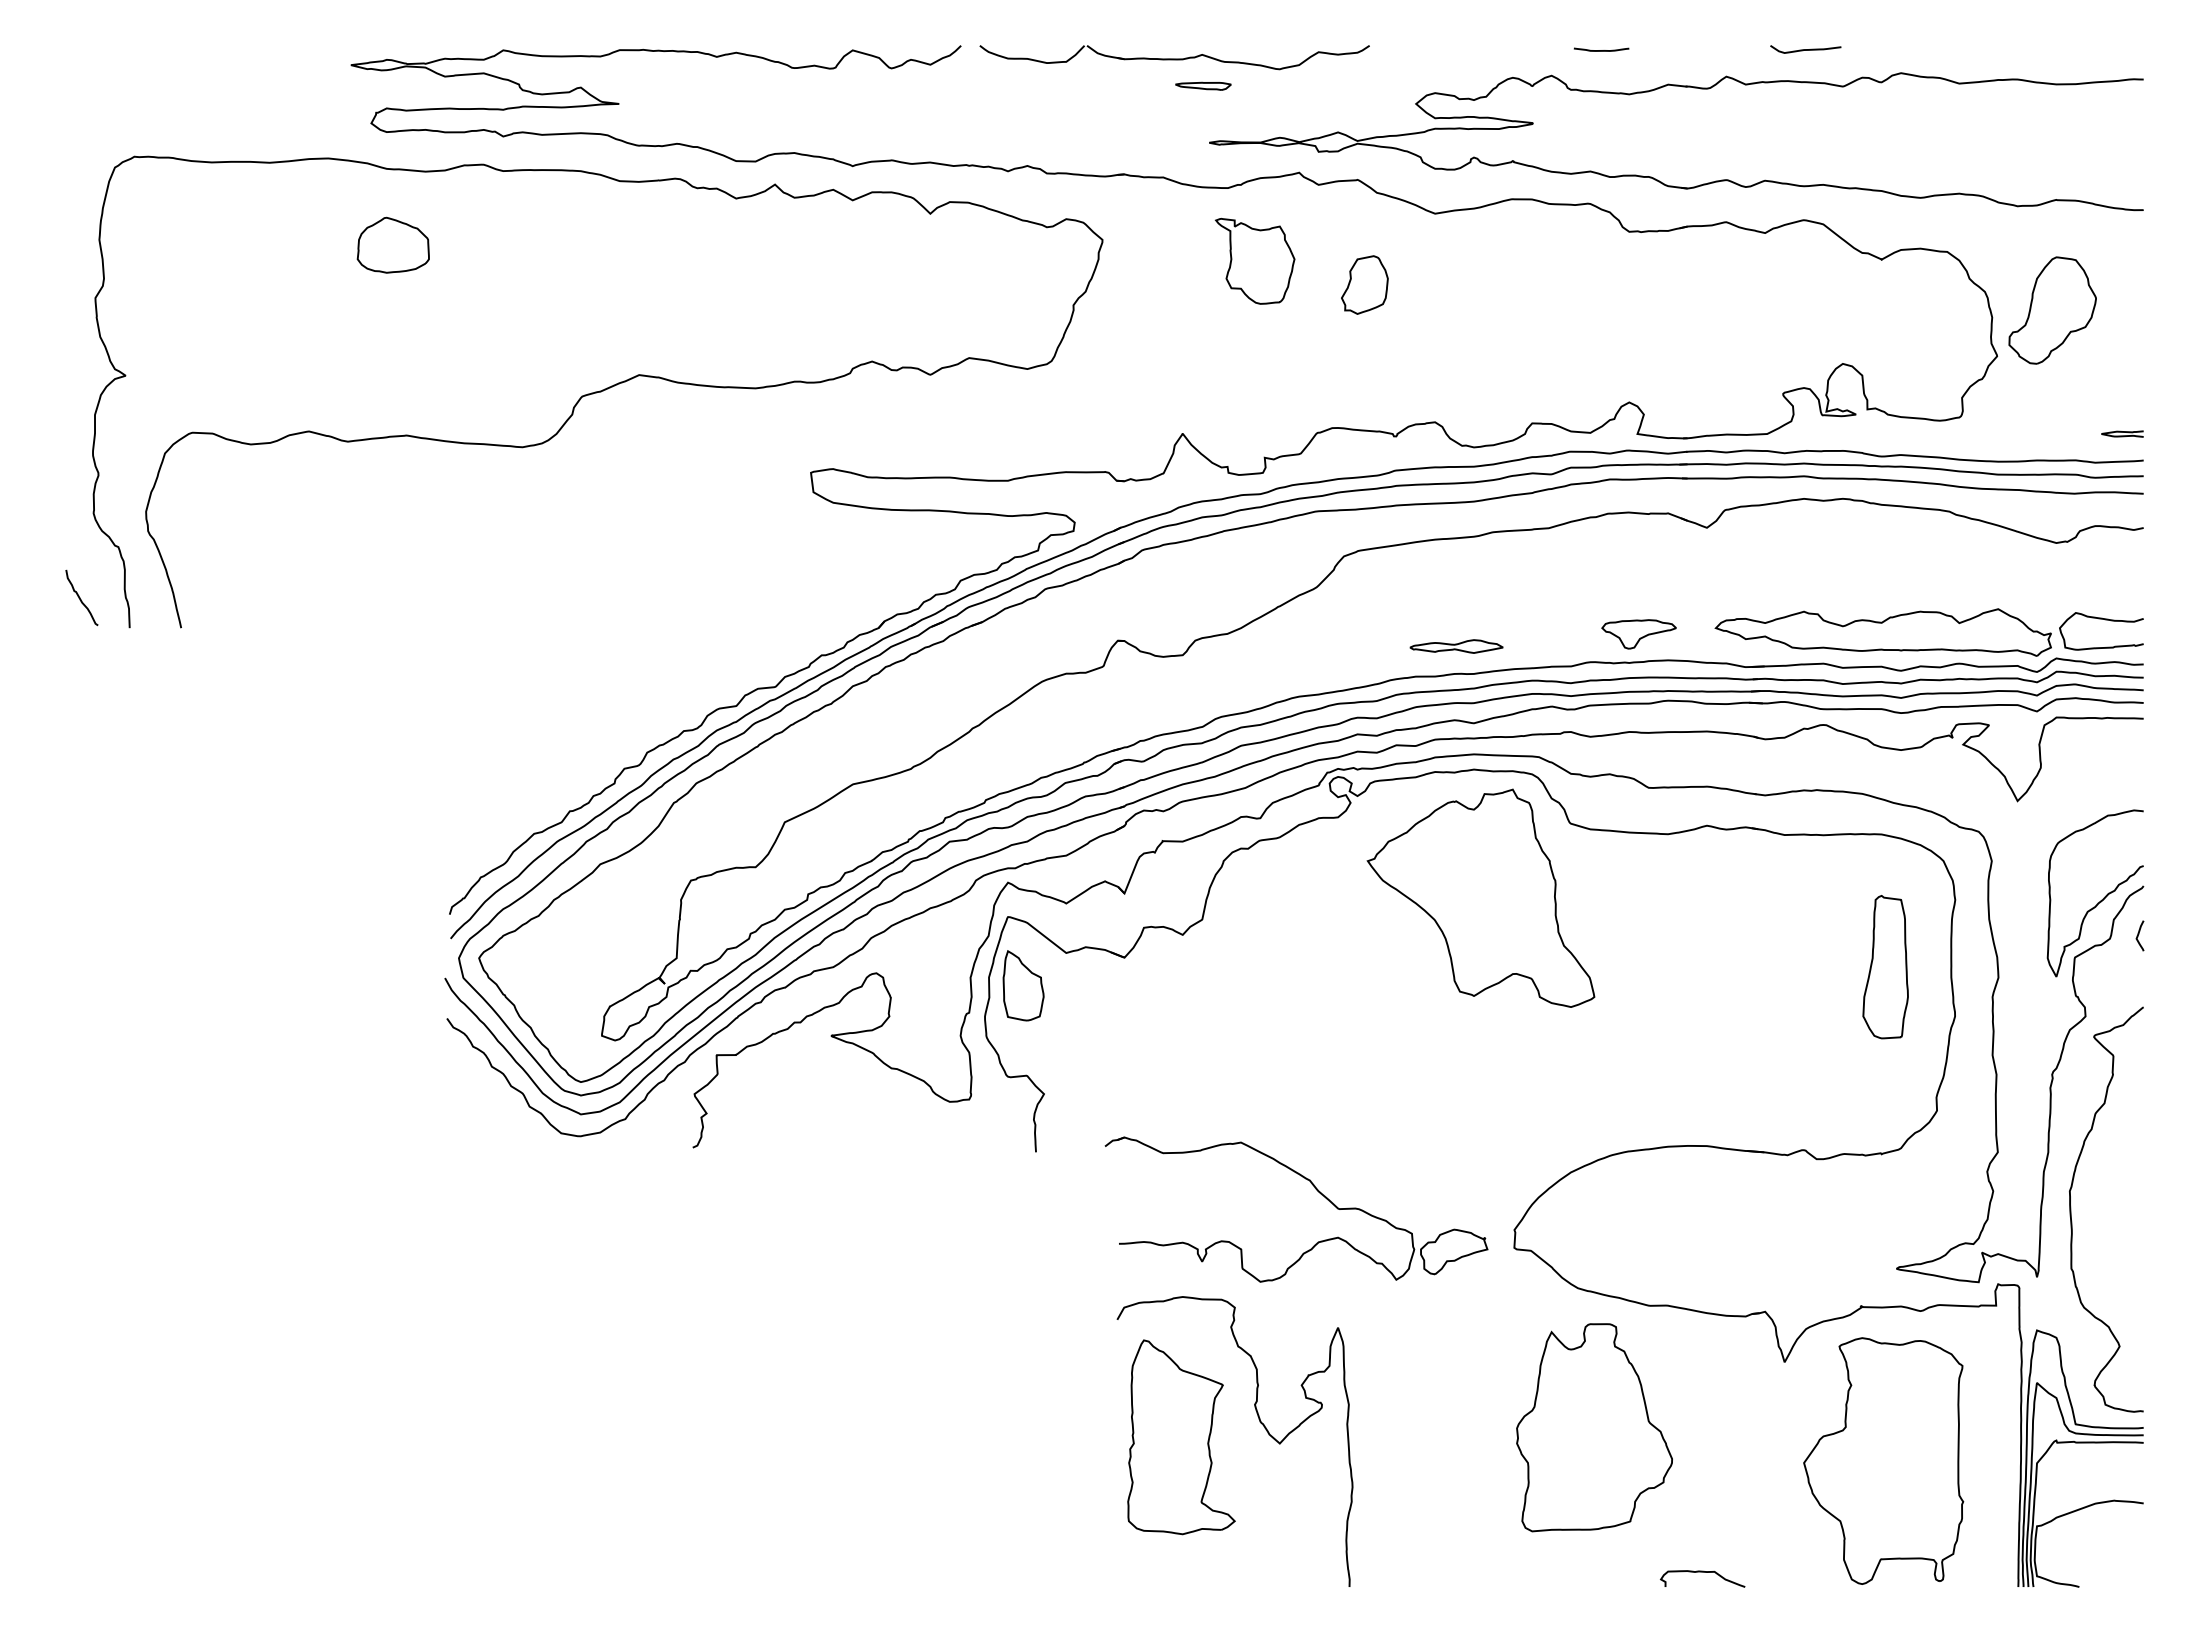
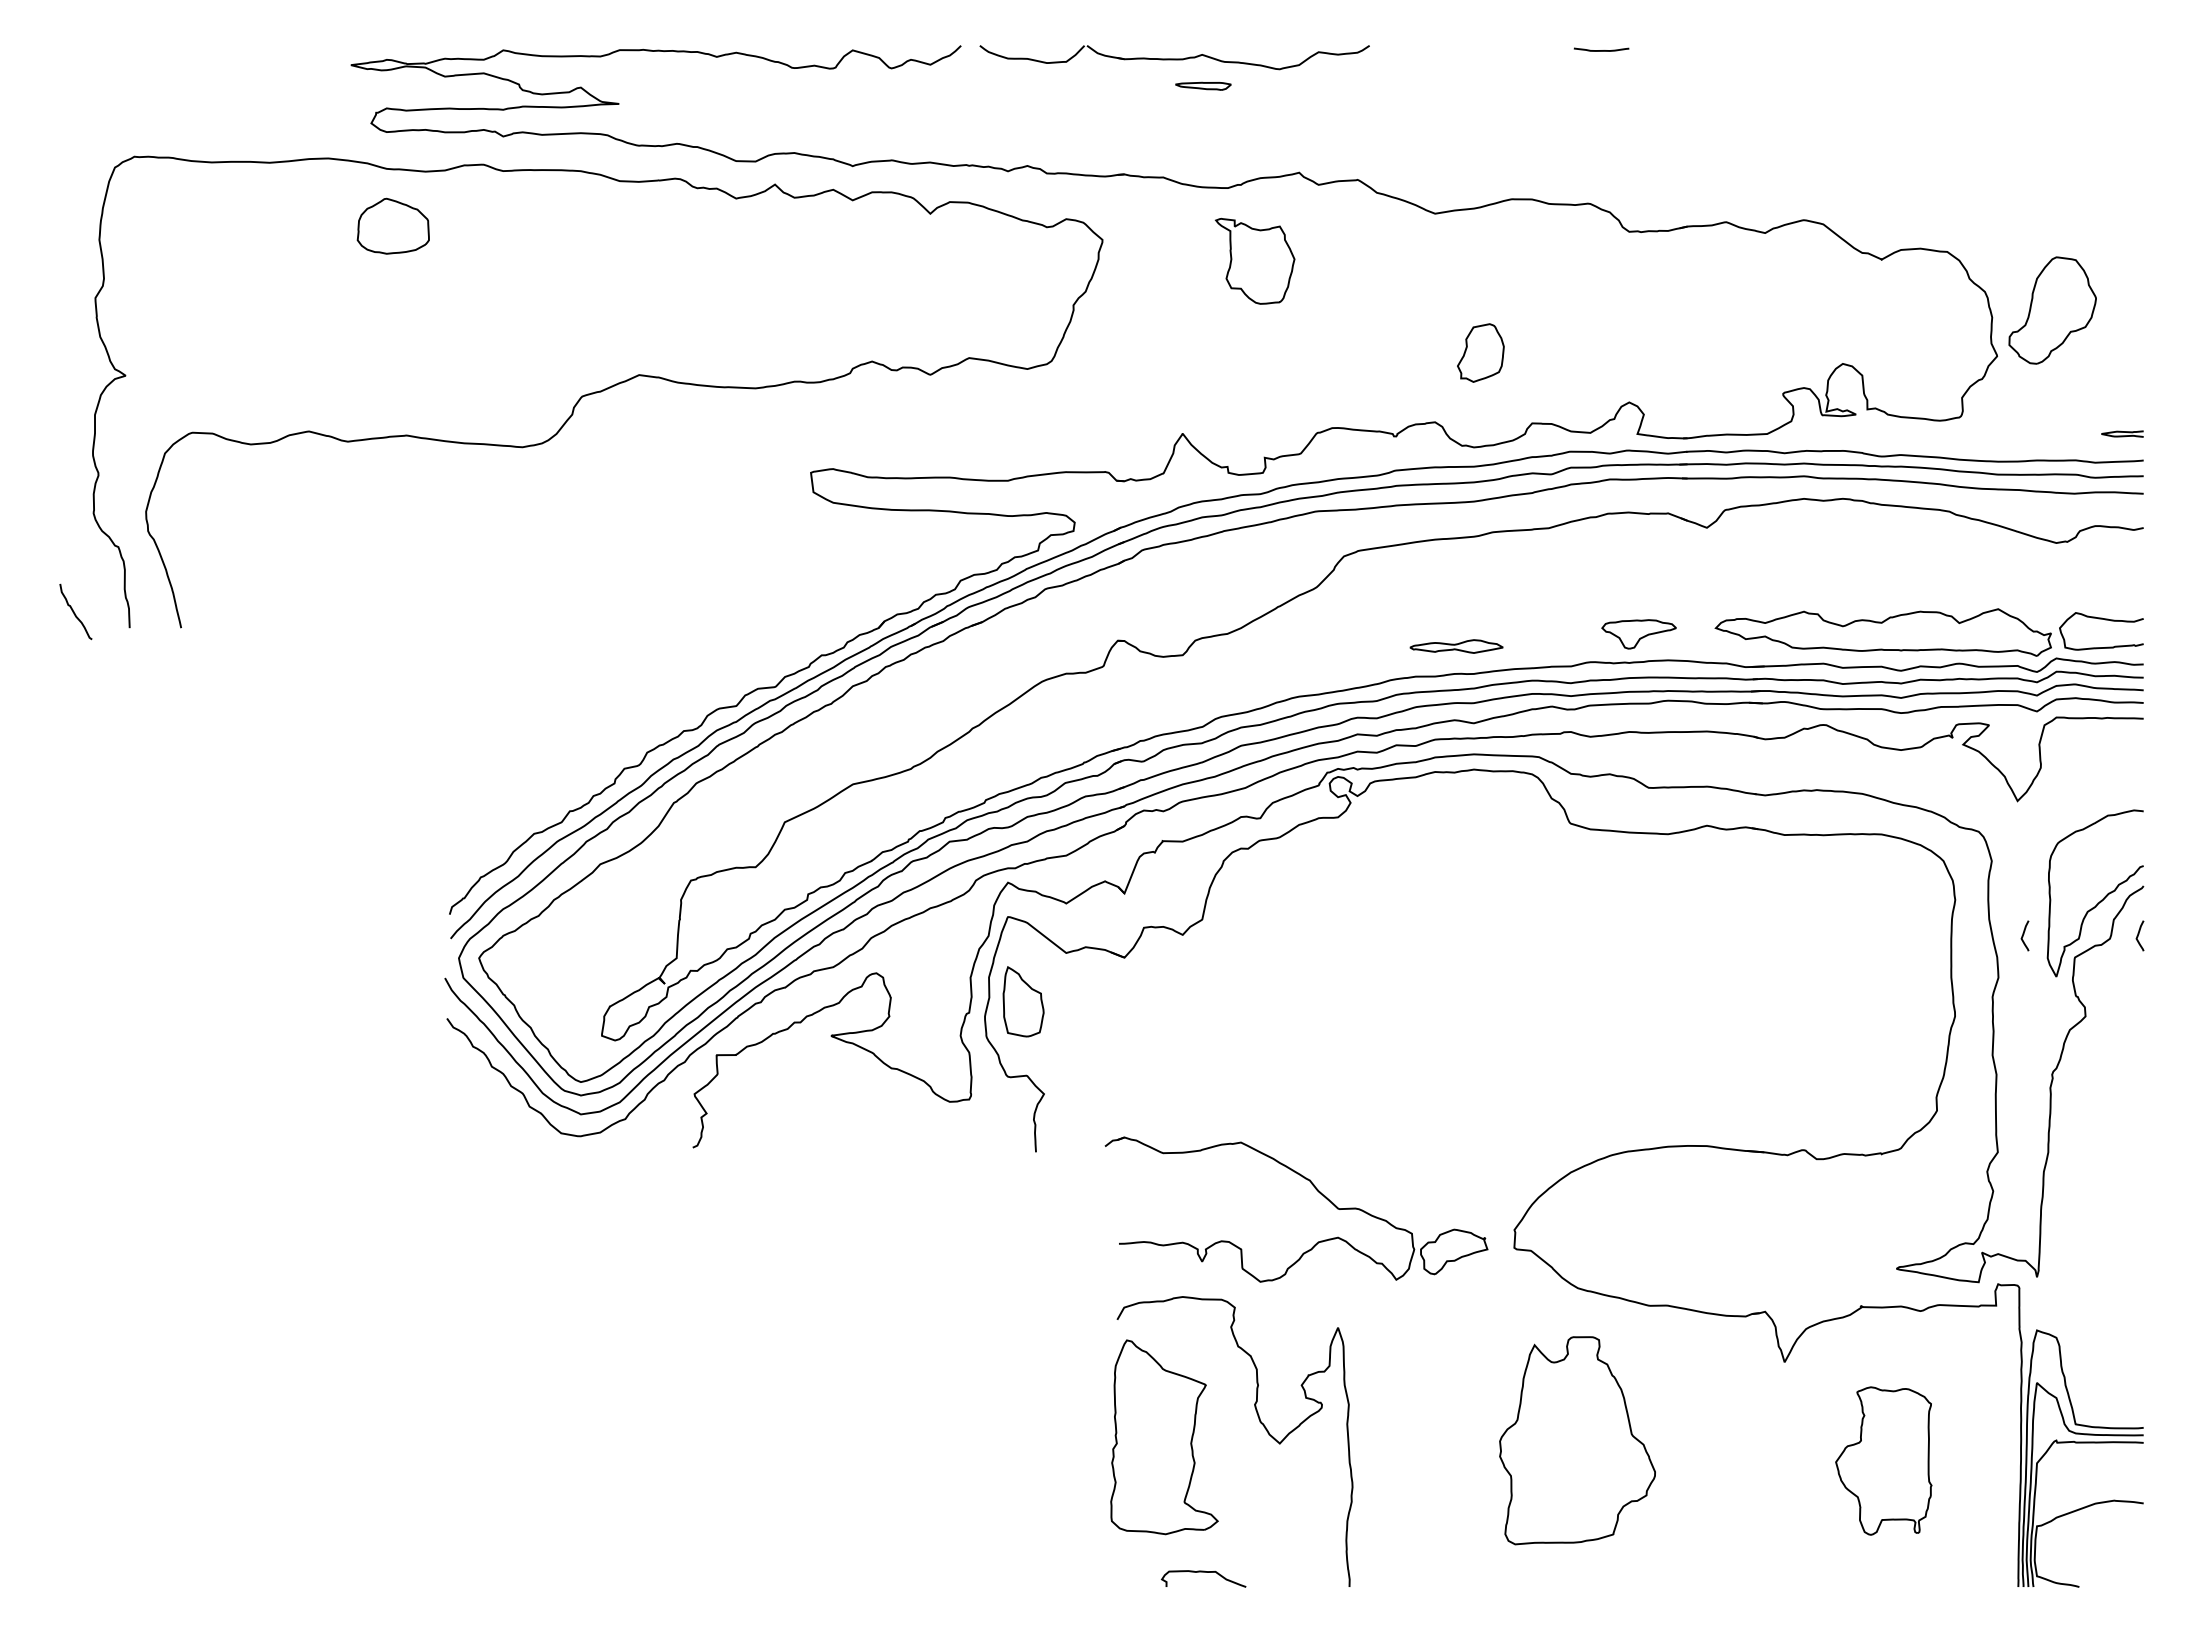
curve at (1805, 49): present -> none
part at (1657, 179): present -> none
part at (392, 244) position: (392, 244) -> (392, 225)
part at (1364, 284) position: (1364, 284) -> (1480, 352)
curve at (80, 597) position: (80, 597) -> (74, 611)
part at (1480, 897): present -> none
curve at (2024, 934): none -> present
part at (1885, 967): present -> none
part at (1023, 985) position: (1023, 985) -> (1023, 1001)
curve at (2071, 1209): present -> none
part at (1594, 1427) position: (1594, 1427) -> (1577, 1440)
part at (1181, 1437) position: (1181, 1437) -> (1164, 1437)
part at (1883, 1460) size: 162x248 px -> 98x150 px
curve at (1702, 1572) position: (1702, 1572) -> (1203, 1572)
